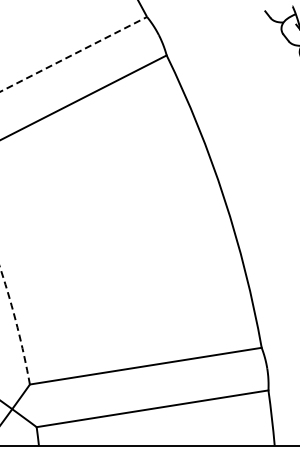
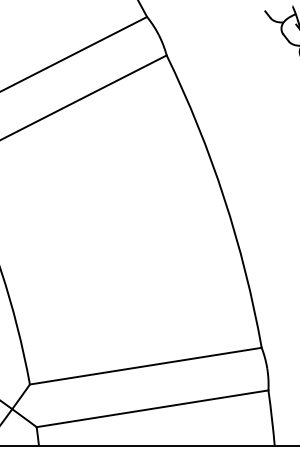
line at (74, 54): dashed -> solid
arc at (16, 325): dashed -> solid
